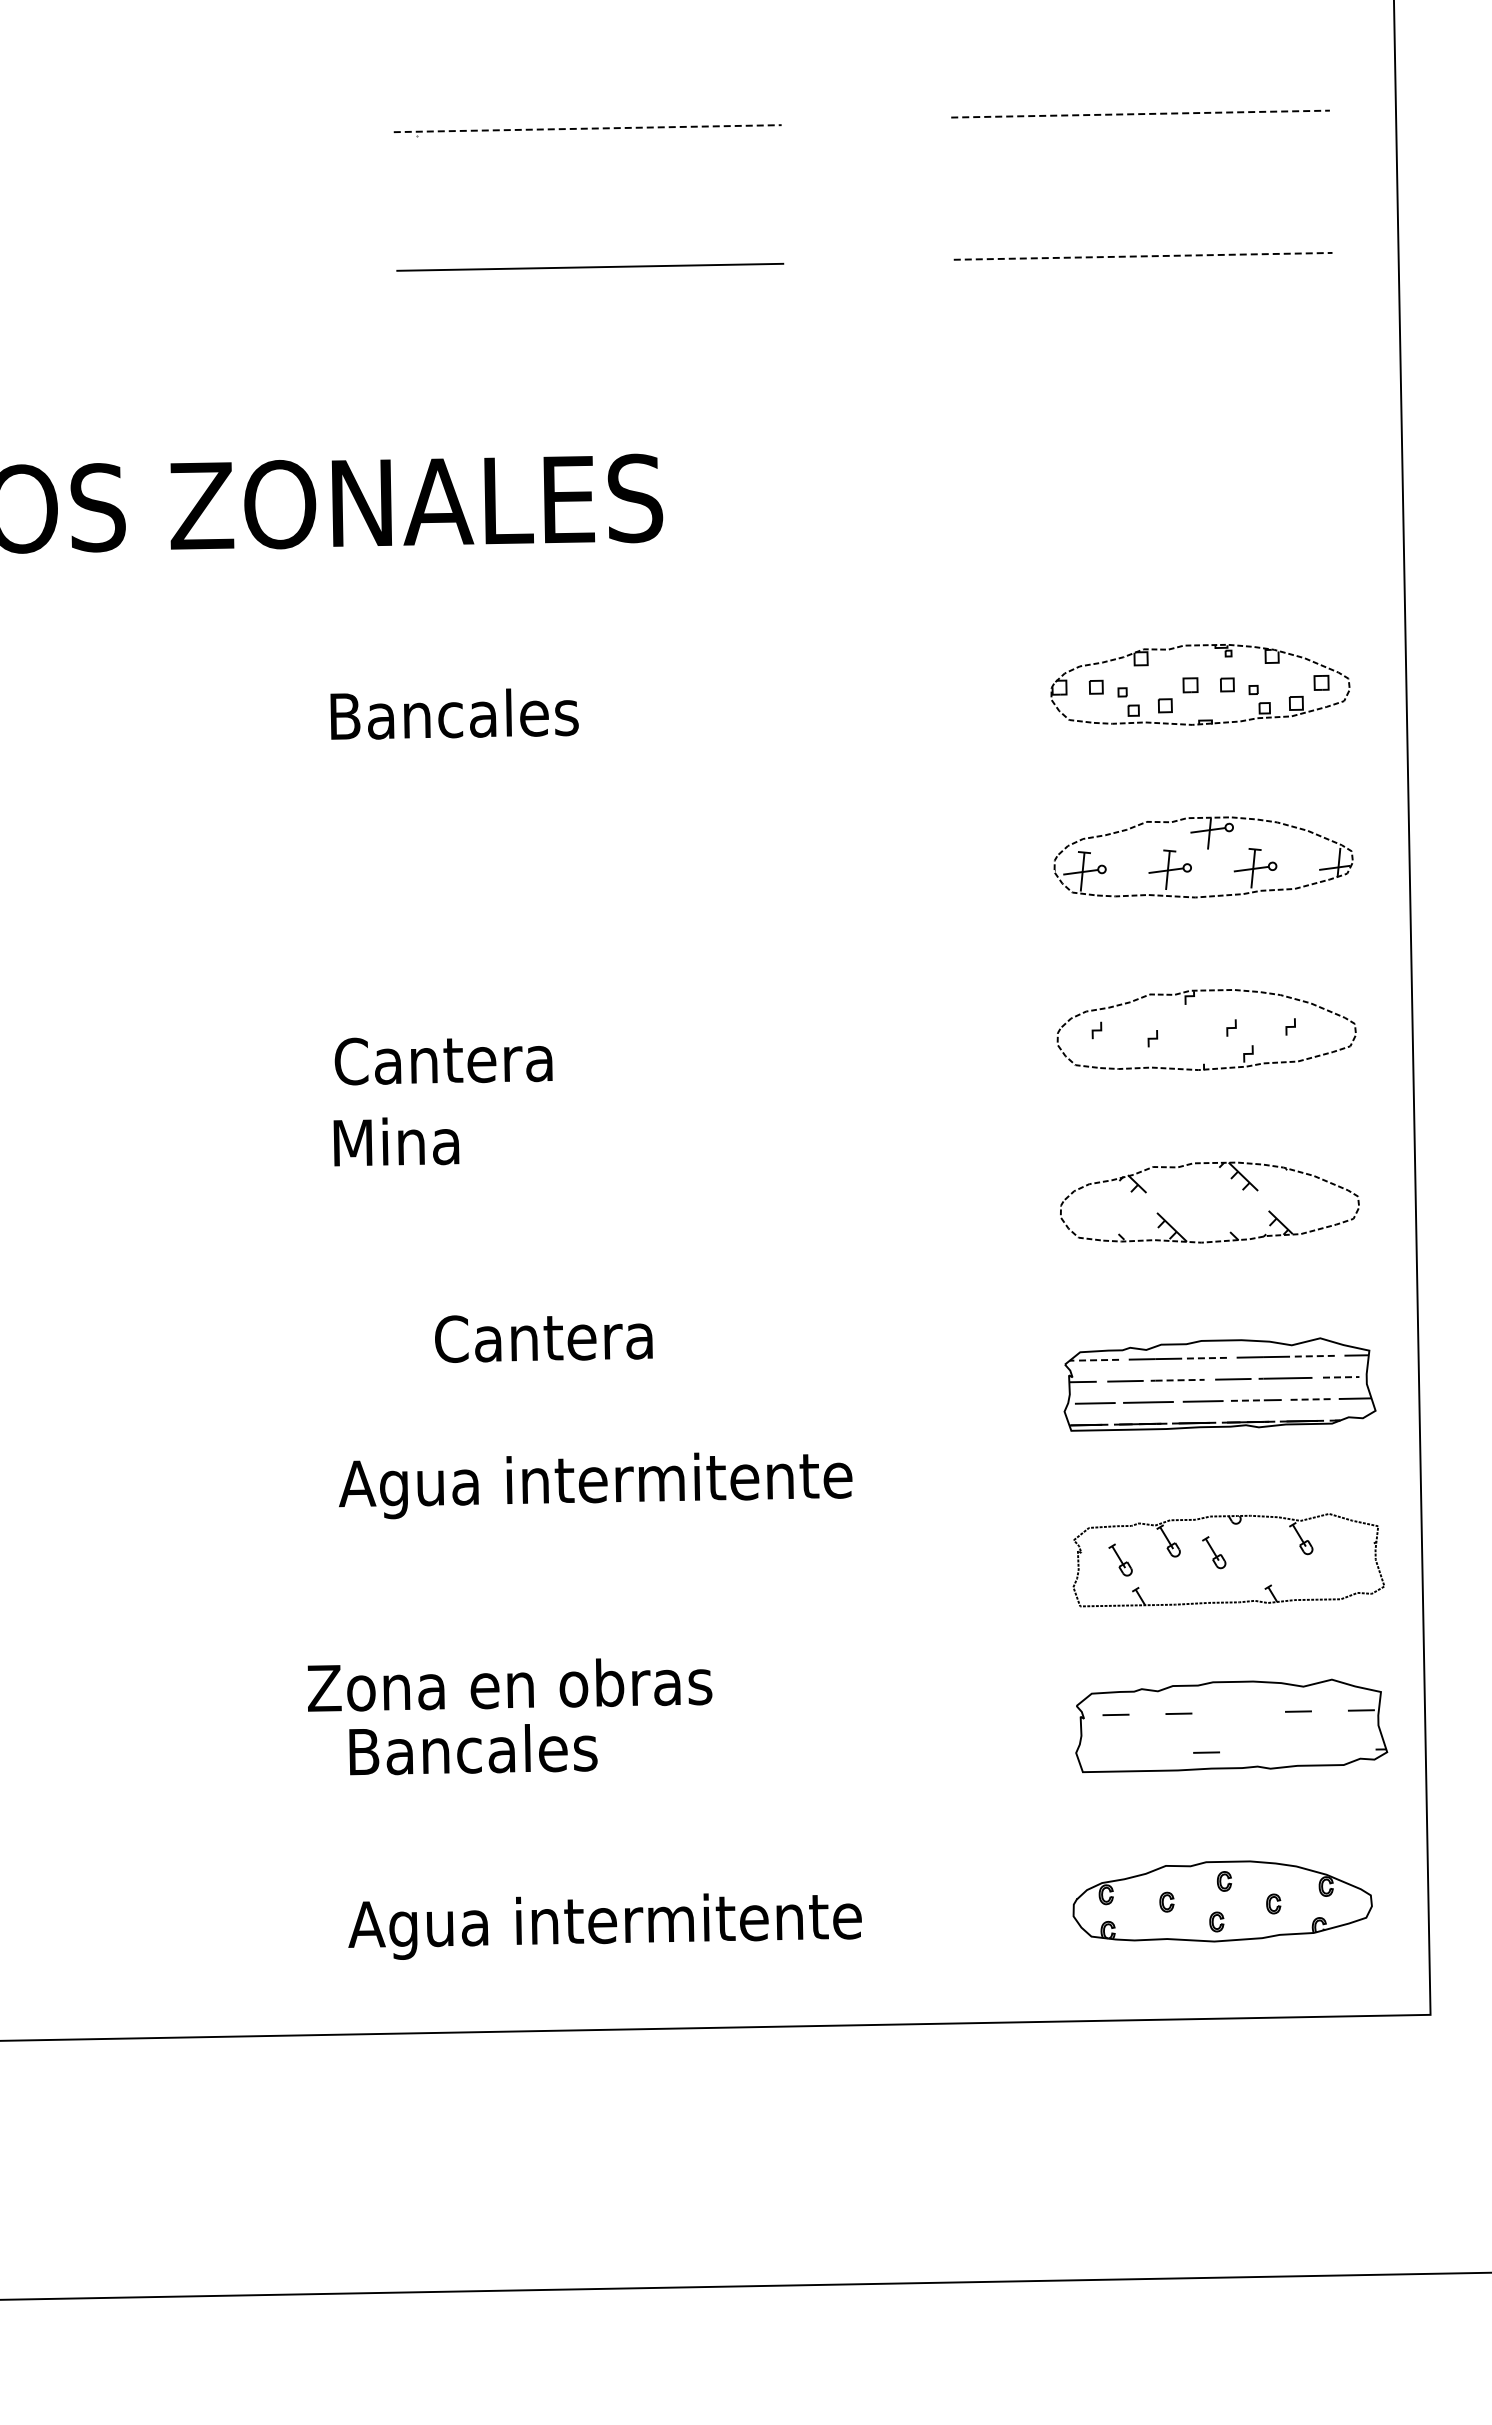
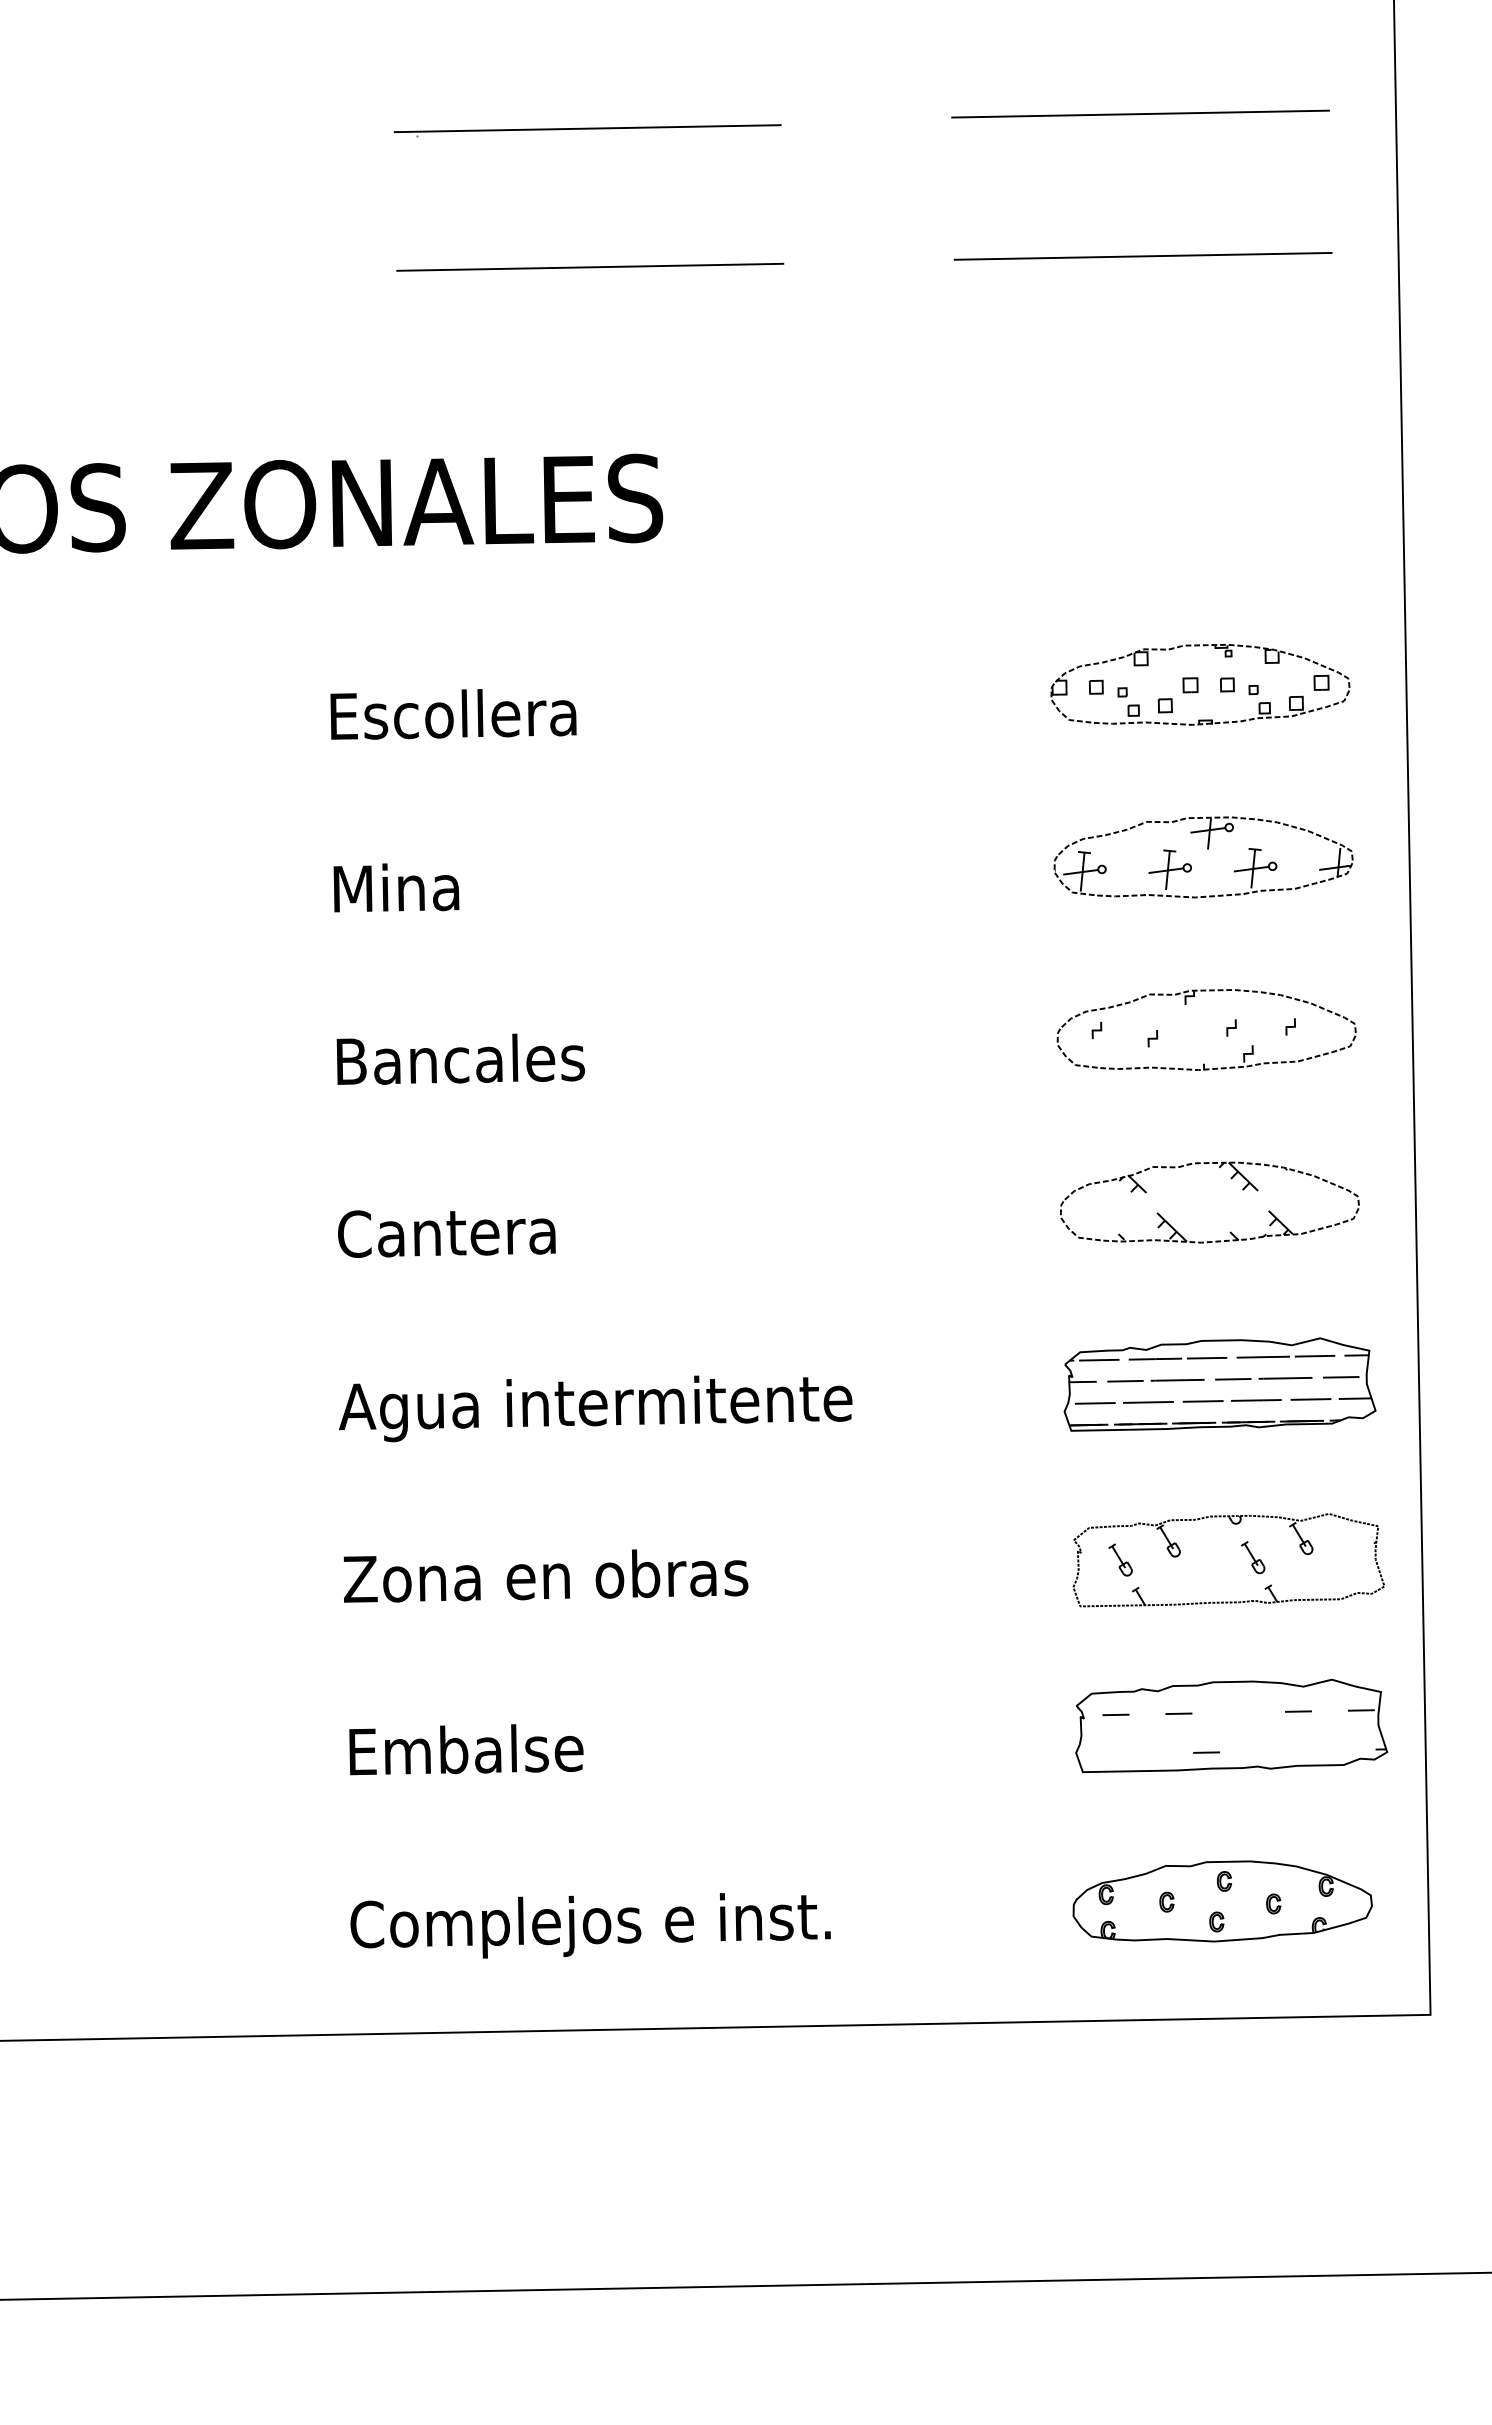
line at (1141, 114): dashed -> solid
line at (587, 128): dashed -> solid
line at (1143, 256): dashed -> solid
text at (457, 713): Bancales -> Escollera
text at (459, 1059): Cantera -> Bancales
text at (396, 1141) position: (396, 1141) -> (396, 887)
text at (543, 1338) position: (543, 1338) -> (446, 1233)
line at (1315, 1356): dashed -> solid
line at (1207, 1358): dashed -> solid
line at (1099, 1360): dashed -> solid
line at (1341, 1377): dashed -> solid
line at (1180, 1380): dashed -> solid
line at (1311, 1399): dashed -> solid
line at (1247, 1400): dashed -> solid
text at (595, 1485) position: (595, 1485) -> (595, 1408)
part at (1214, 1552) position: (1214, 1552) -> (1253, 1557)
text at (509, 1684) position: (509, 1684) -> (545, 1575)
text at (476, 1749): Bancales -> Embalse
text at (604, 1926): Agua intermitente -> Complejos e inst.
